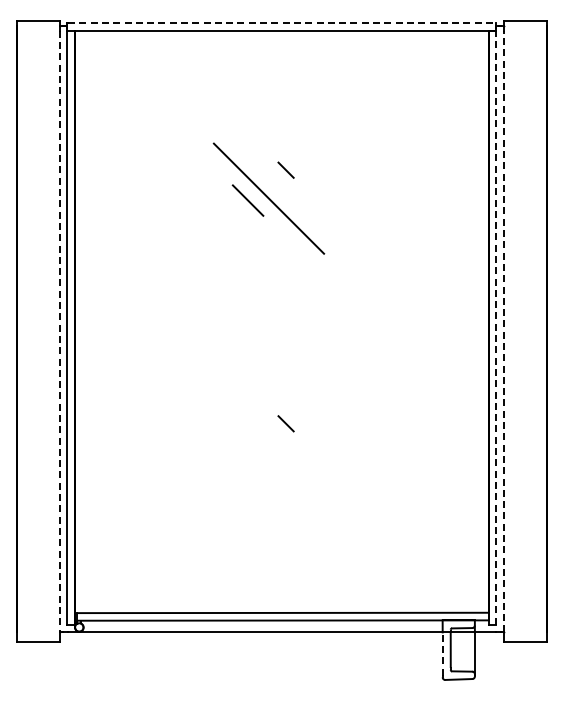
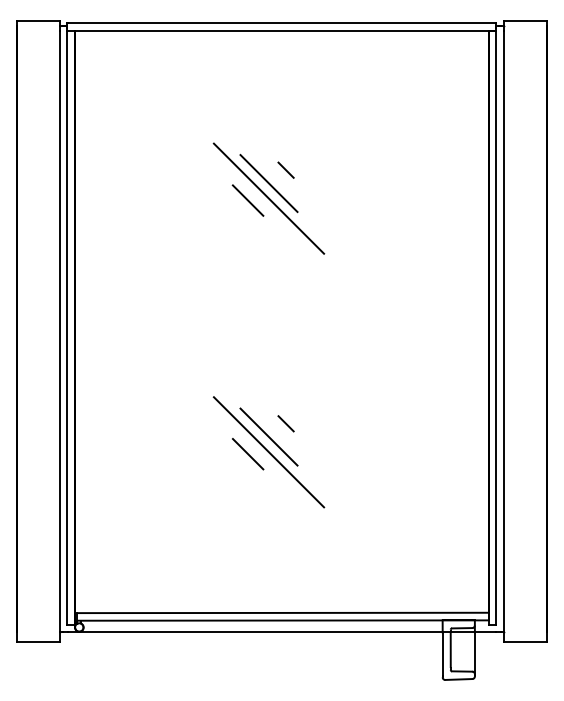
line at (281, 23): dashed -> solid
line at (268, 183): none -> present
line at (496, 327): dashed -> solid
line at (59, 331): dashed -> solid
line at (504, 331): dashed -> solid
line at (268, 436): none -> present
line at (268, 452): none -> present
line at (247, 453): none -> present
line at (442, 654): dashed -> solid
